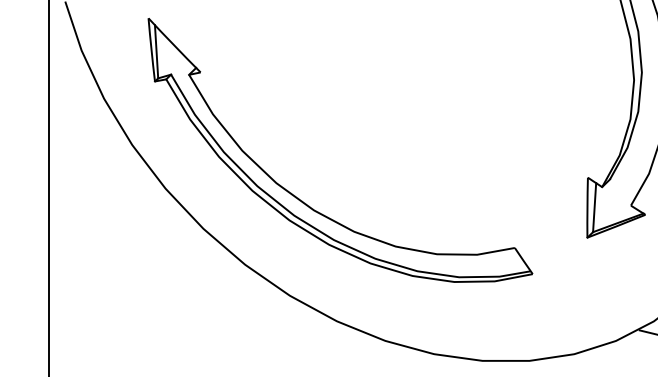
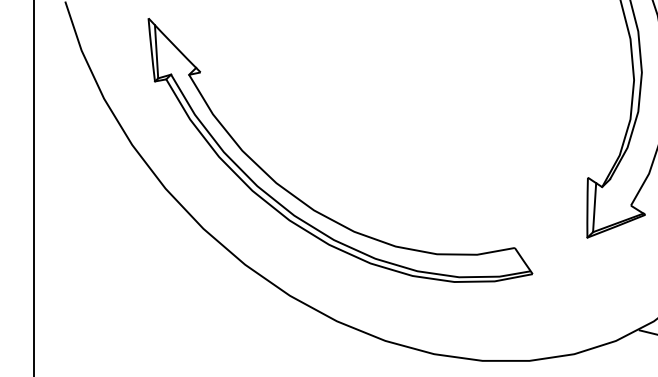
line at (48, 187) position: (48, 187) -> (33, 187)
